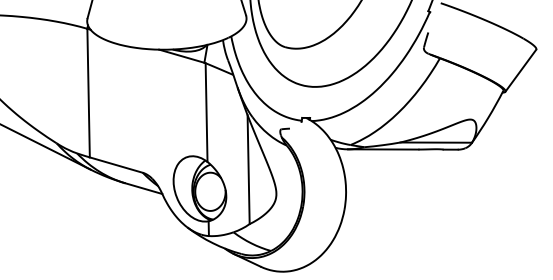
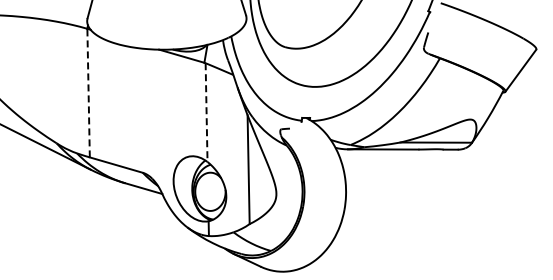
line at (88, 92): solid -> dashed
line at (206, 113): solid -> dashed
